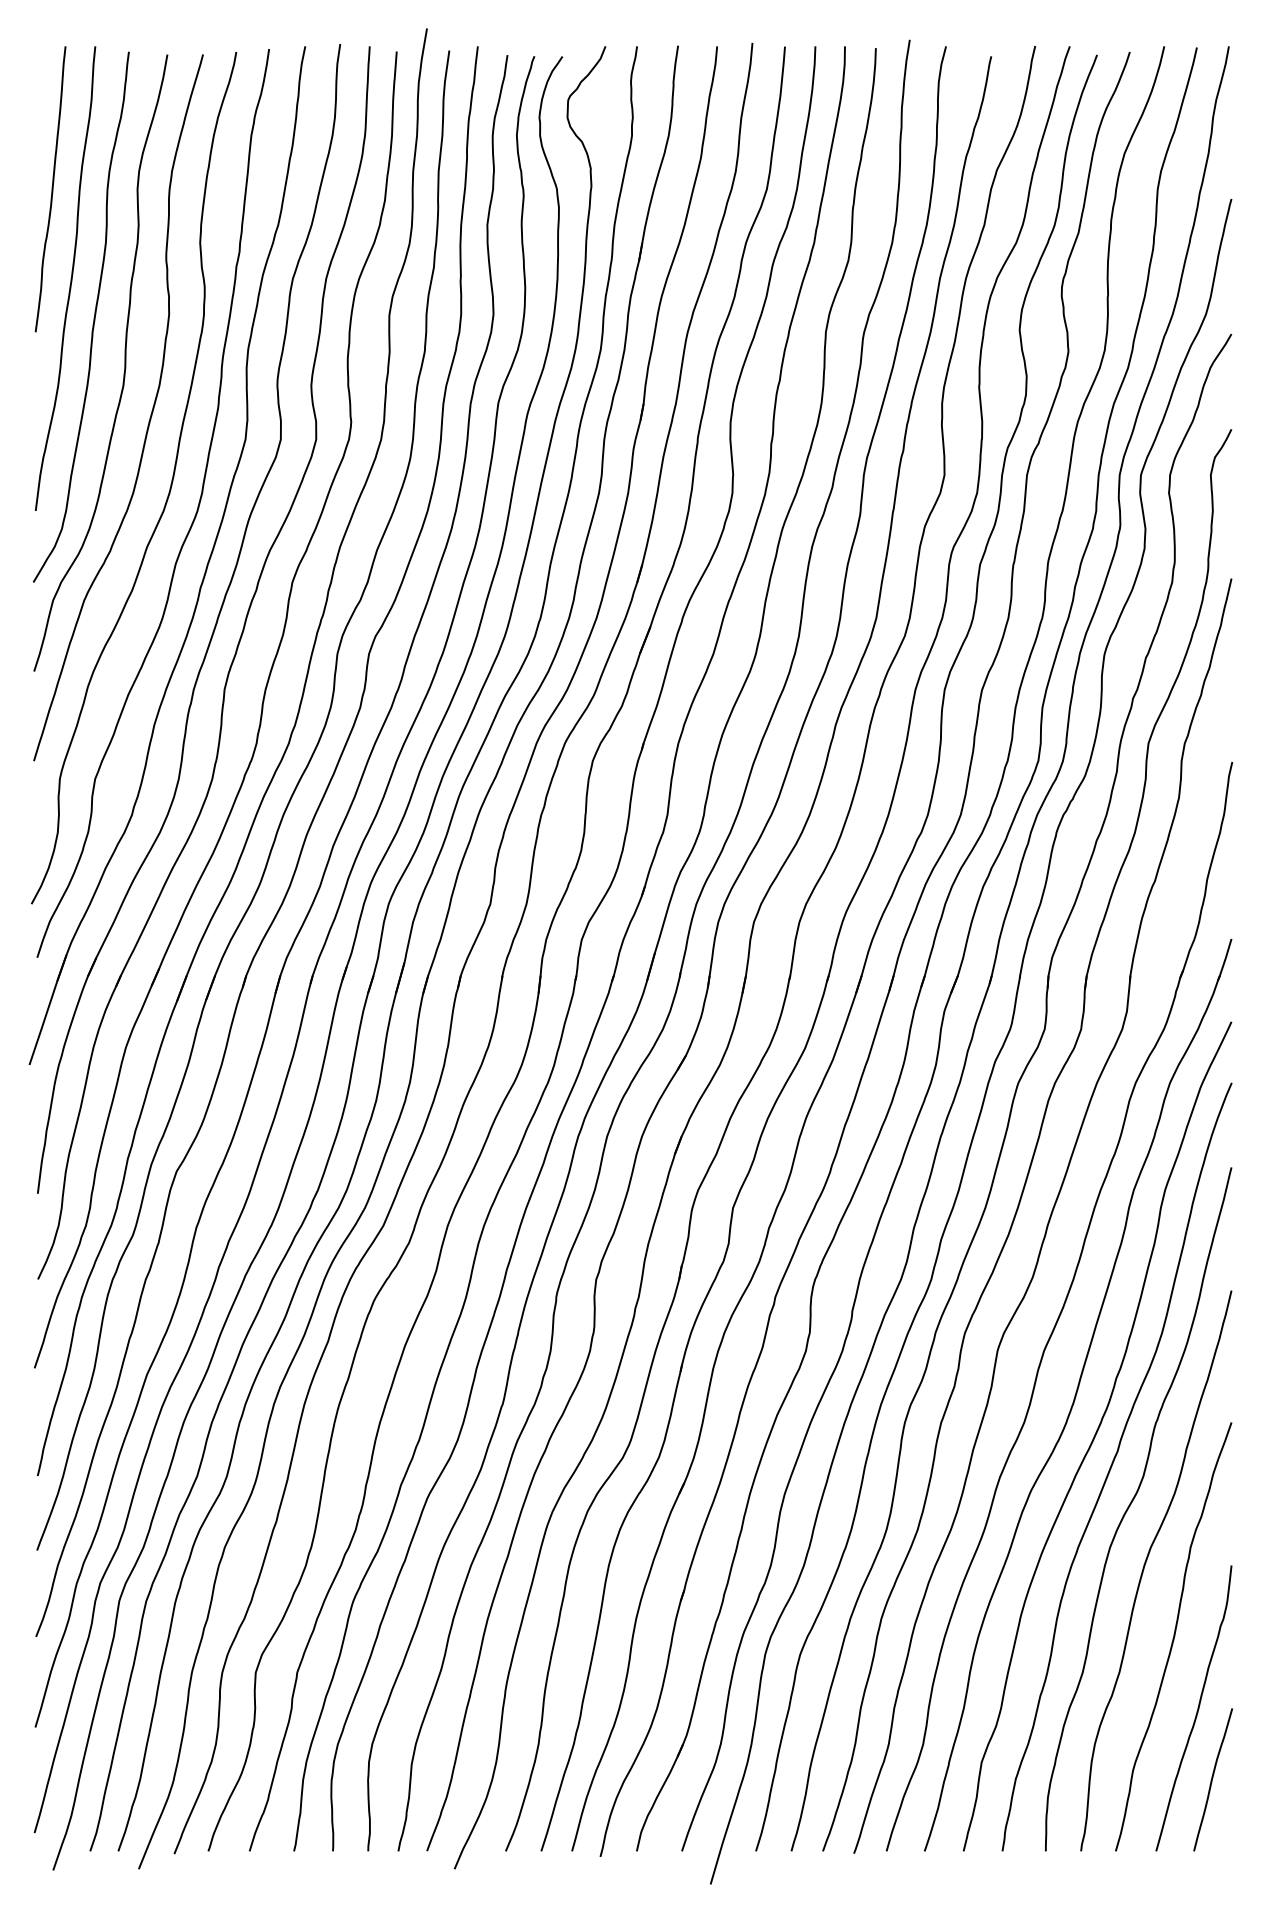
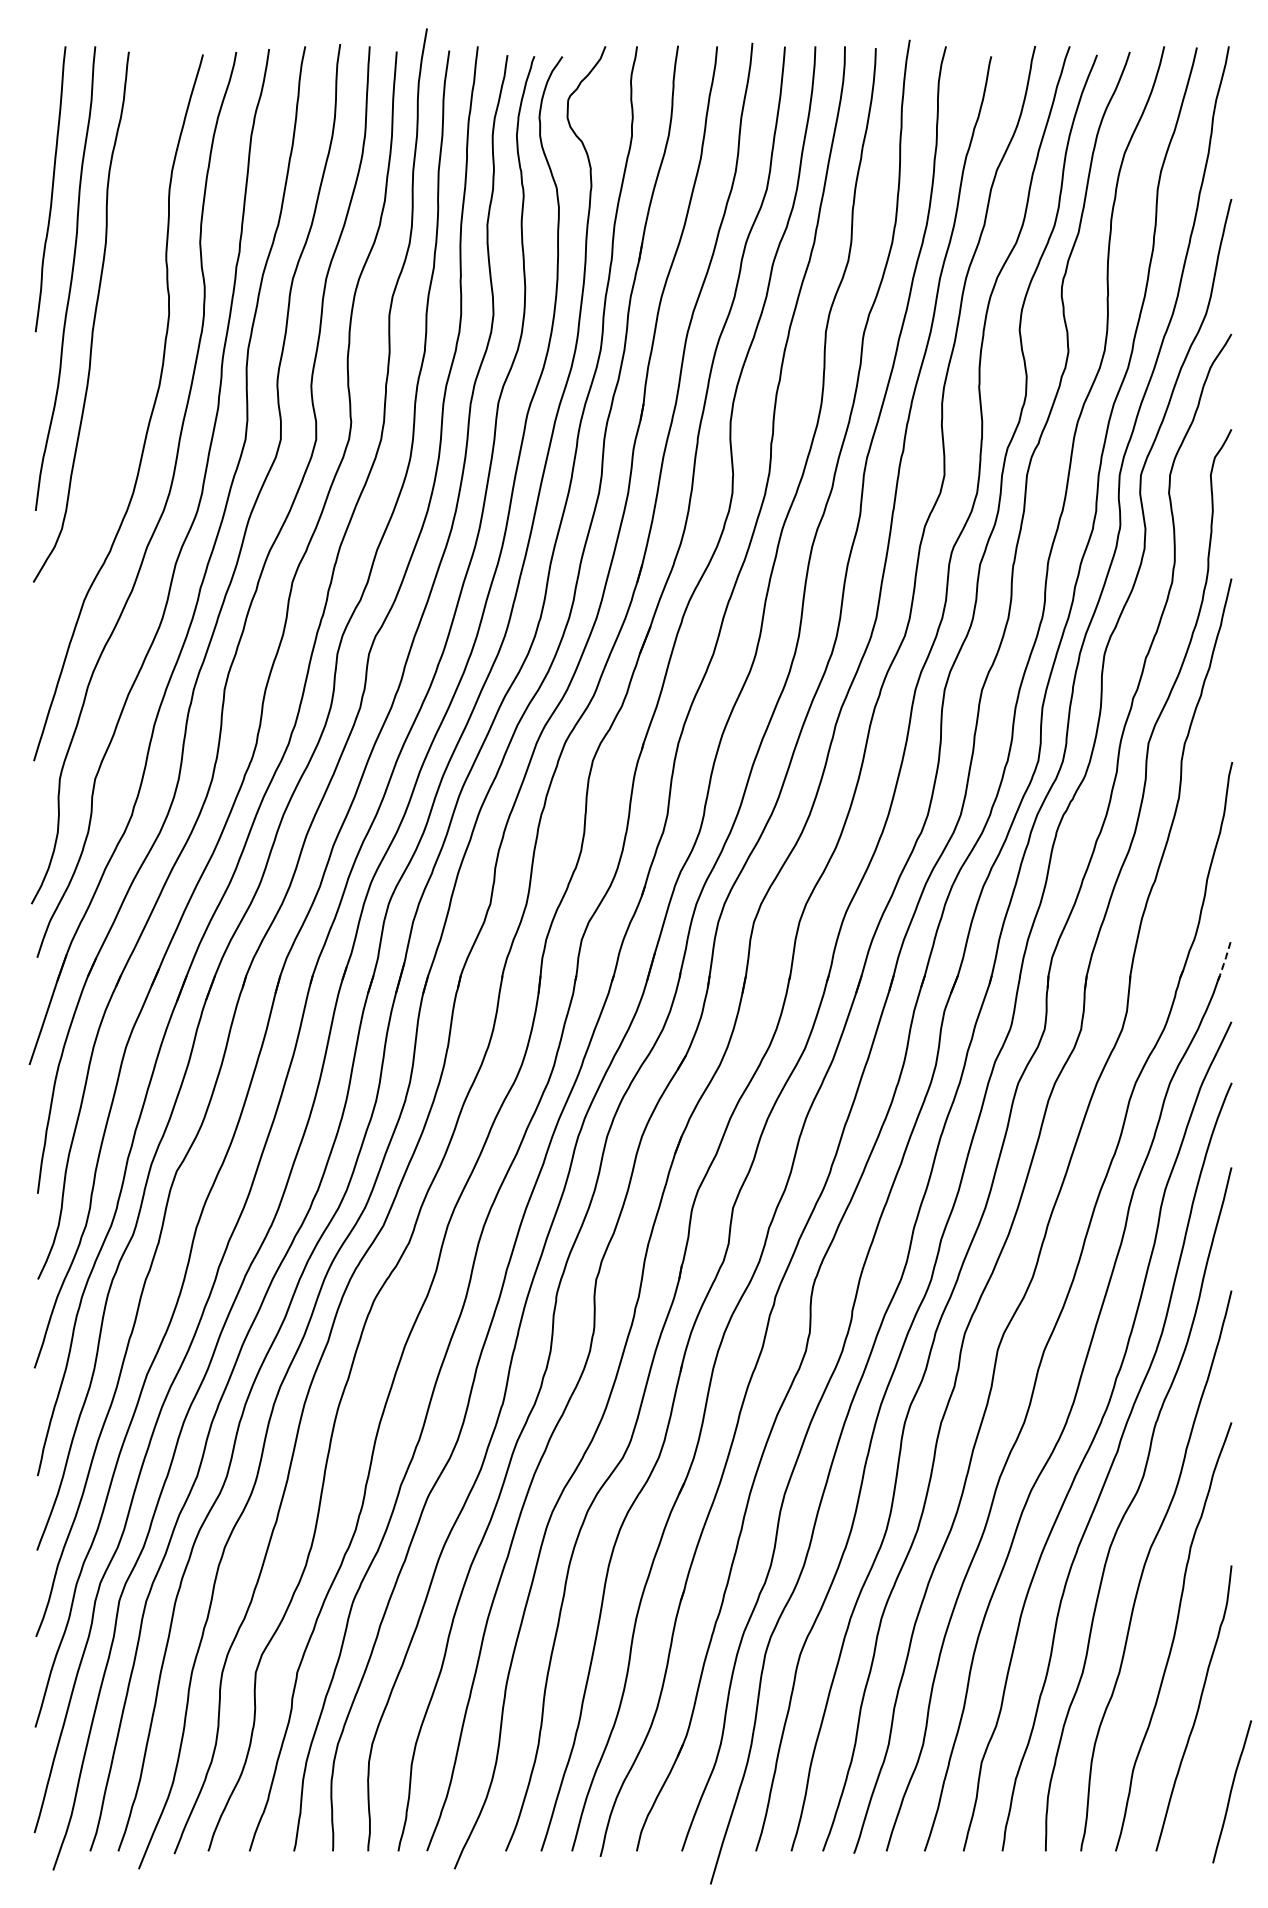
curve at (124, 362): present -> none
line at (1225, 959): solid -> dashed
curve at (1212, 1779) position: (1212, 1779) -> (1231, 1791)
